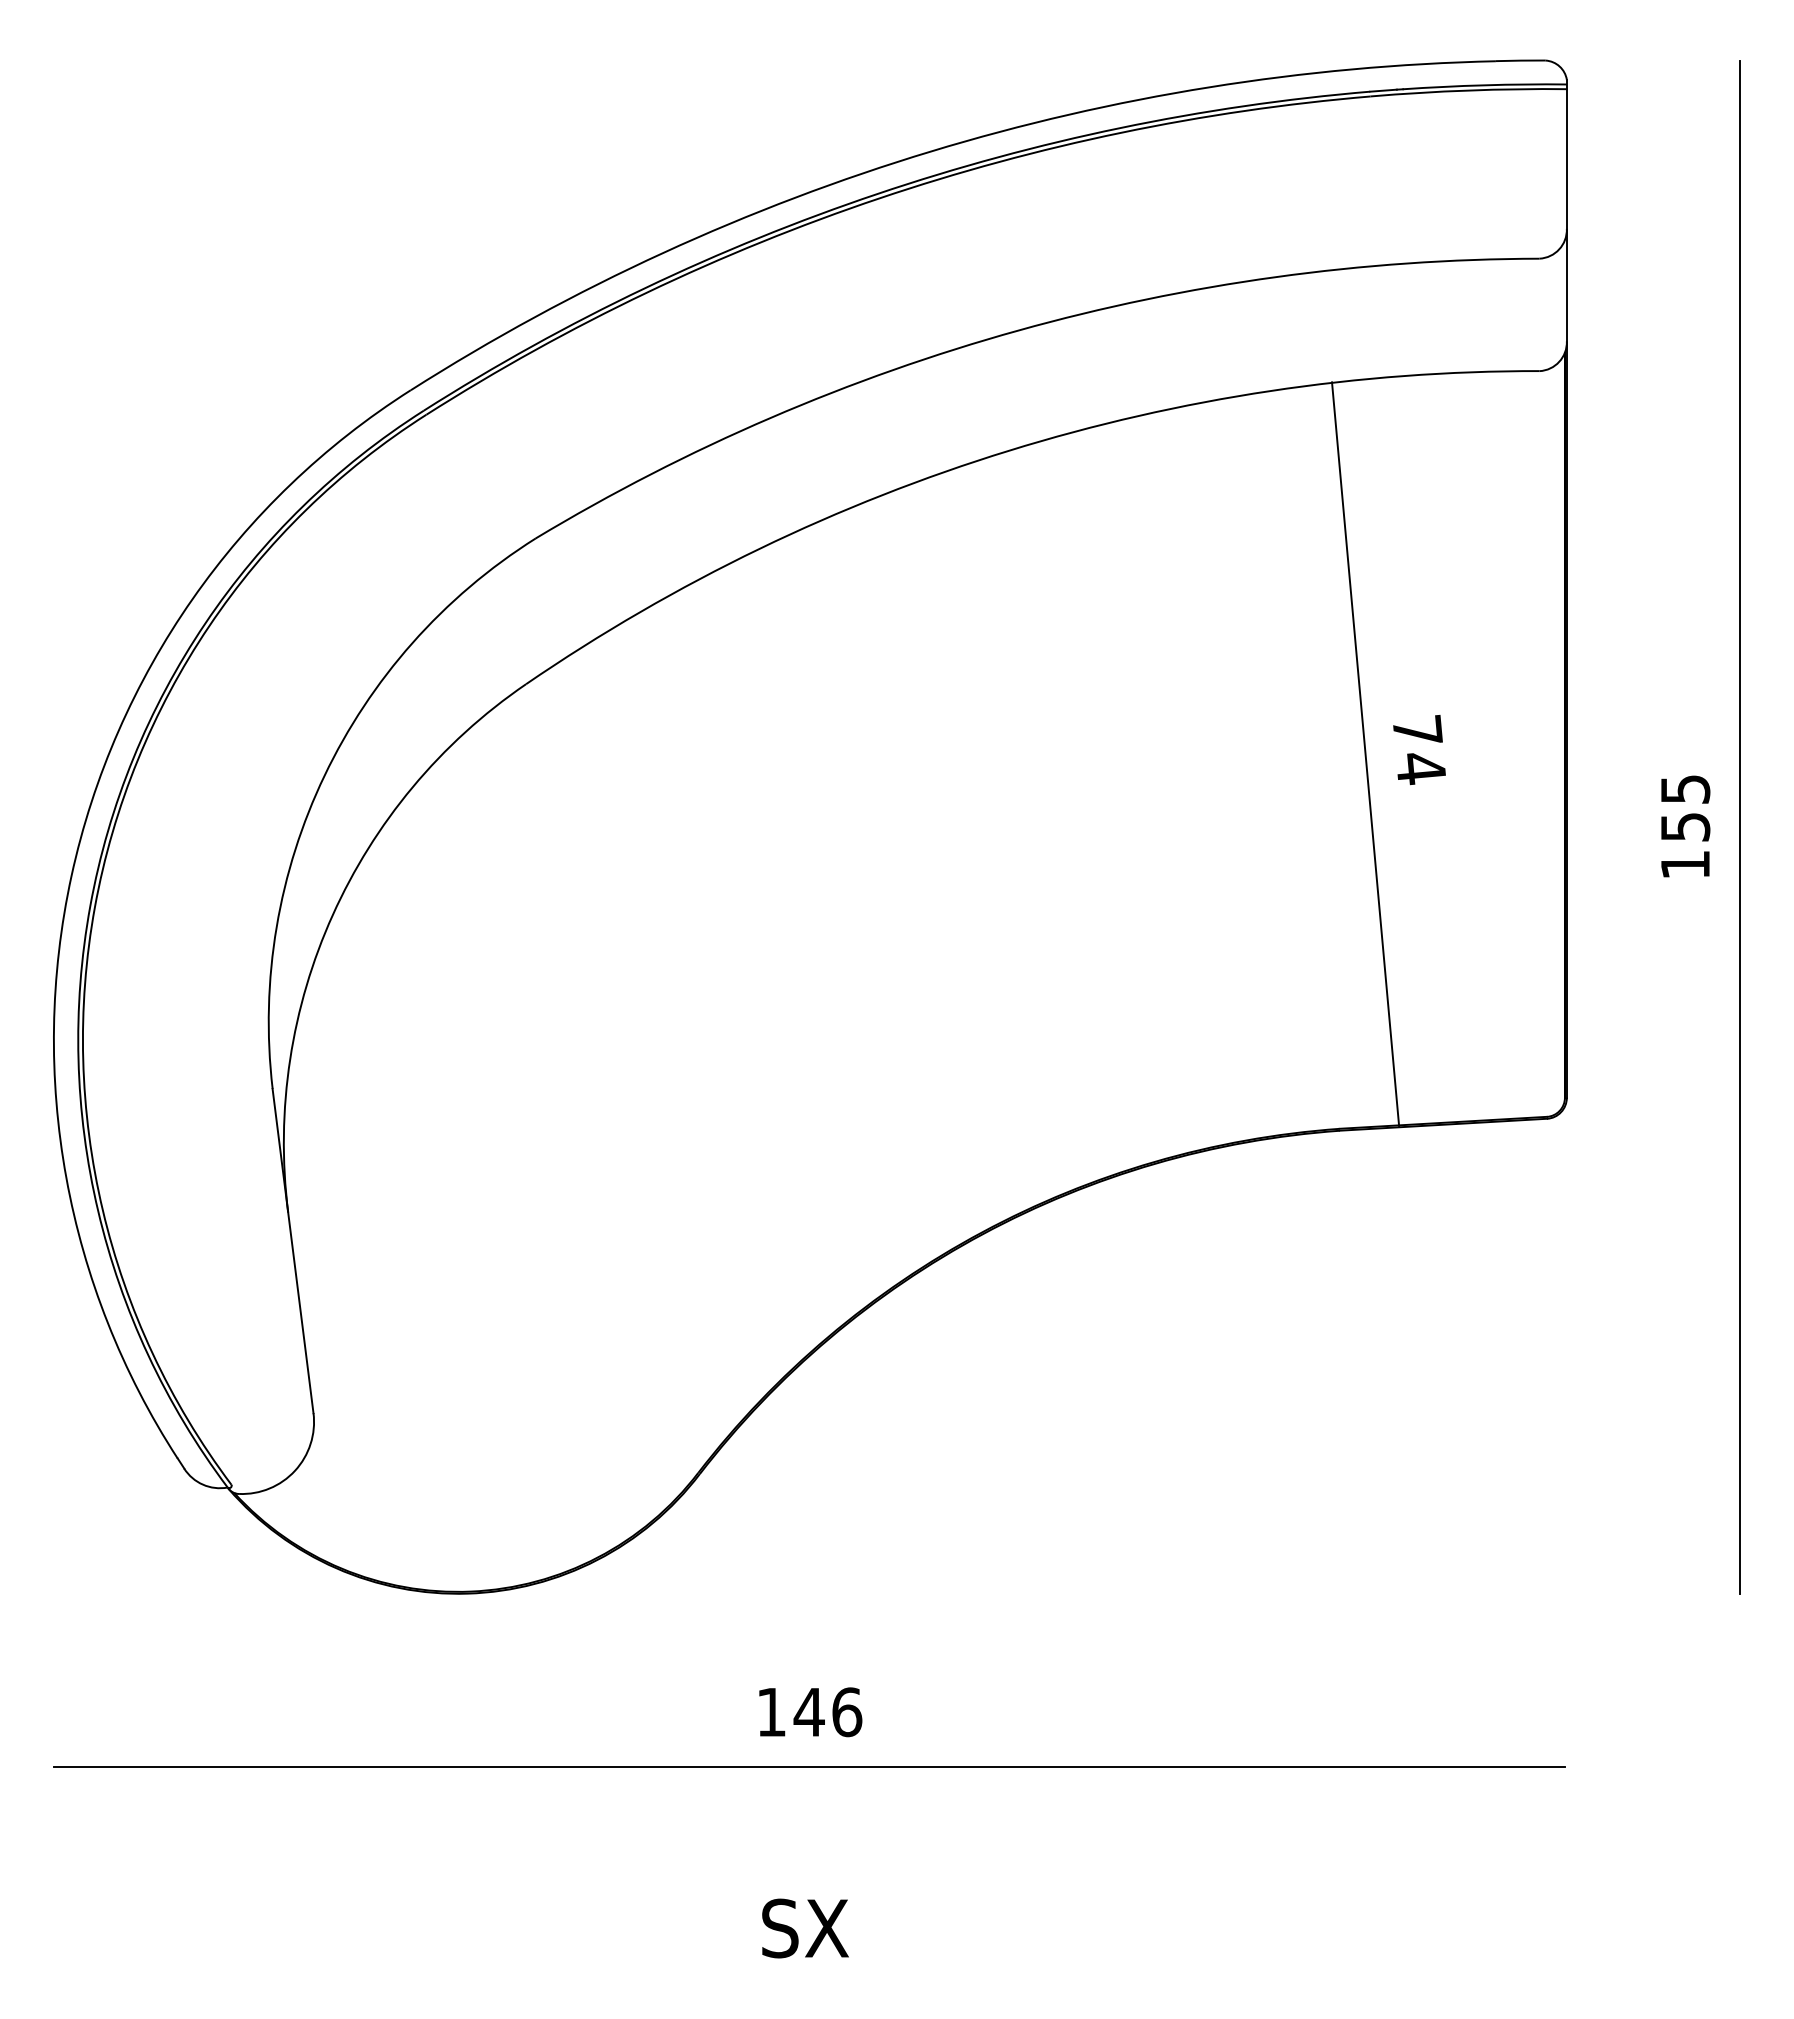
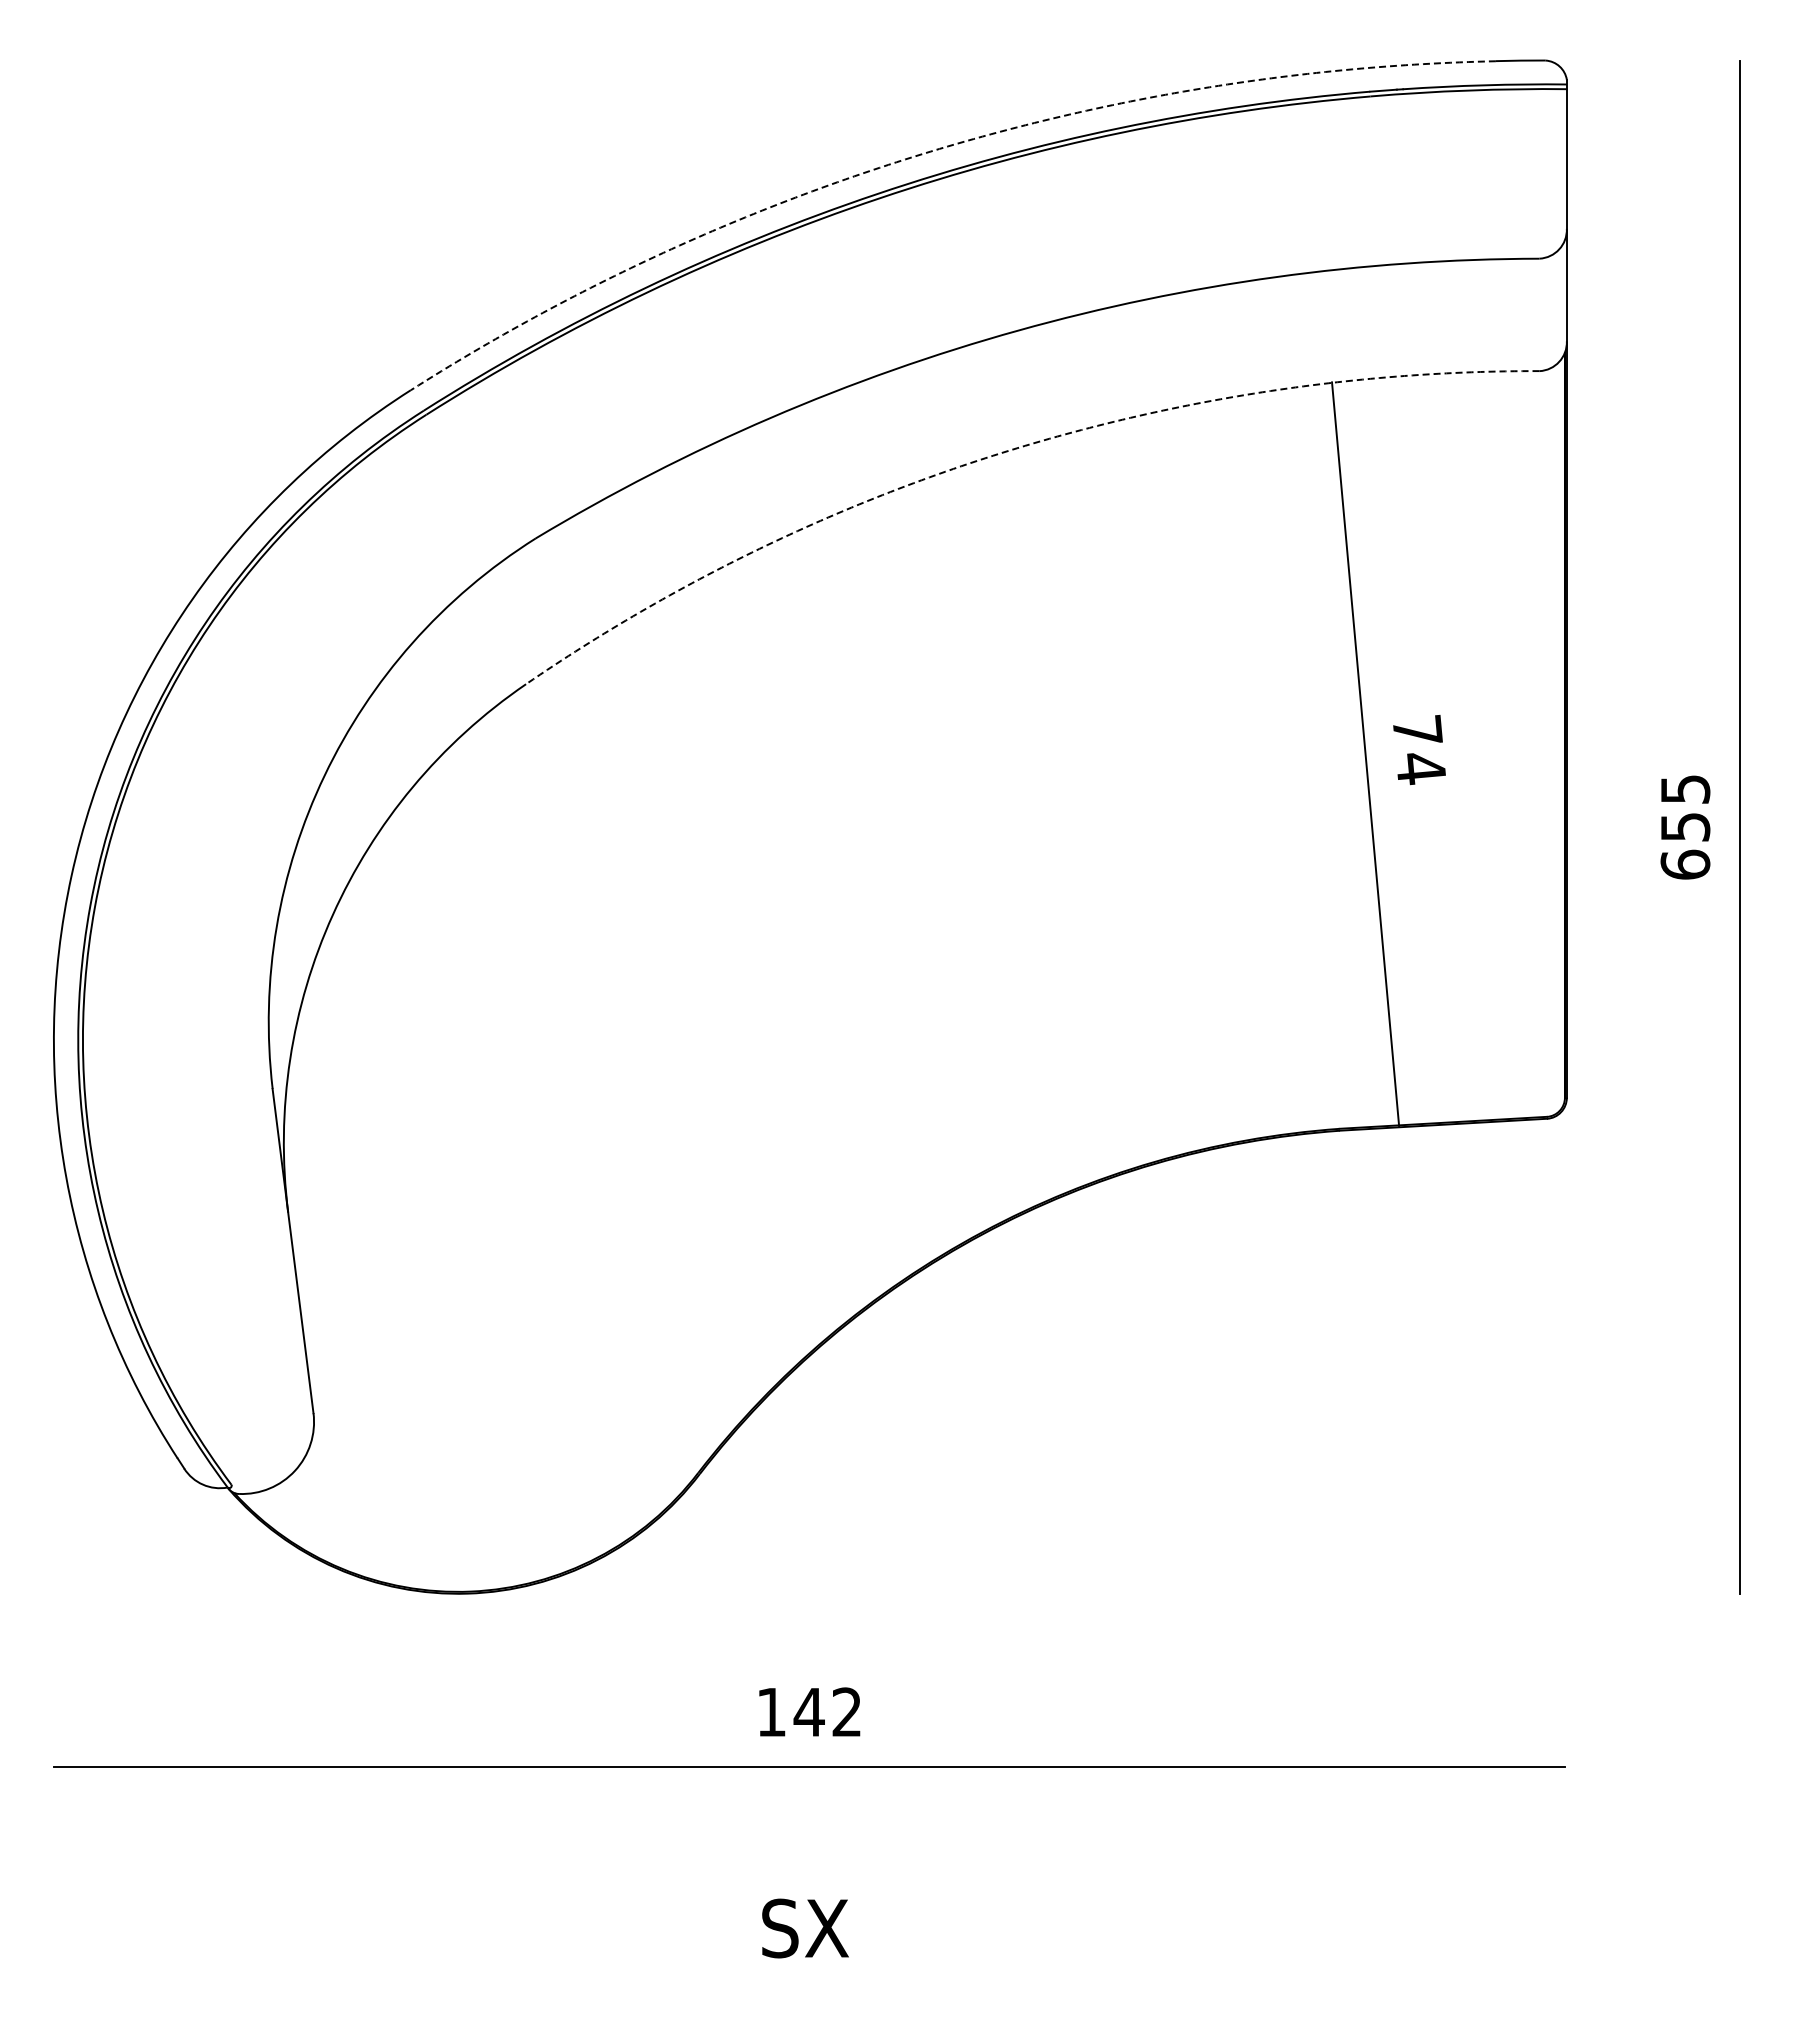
arc at (930, 151): solid -> dashed
arc at (1009, 450): solid -> dashed
text at (1685, 864): 155 -> 655
text at (847, 1712): 146 -> 142
